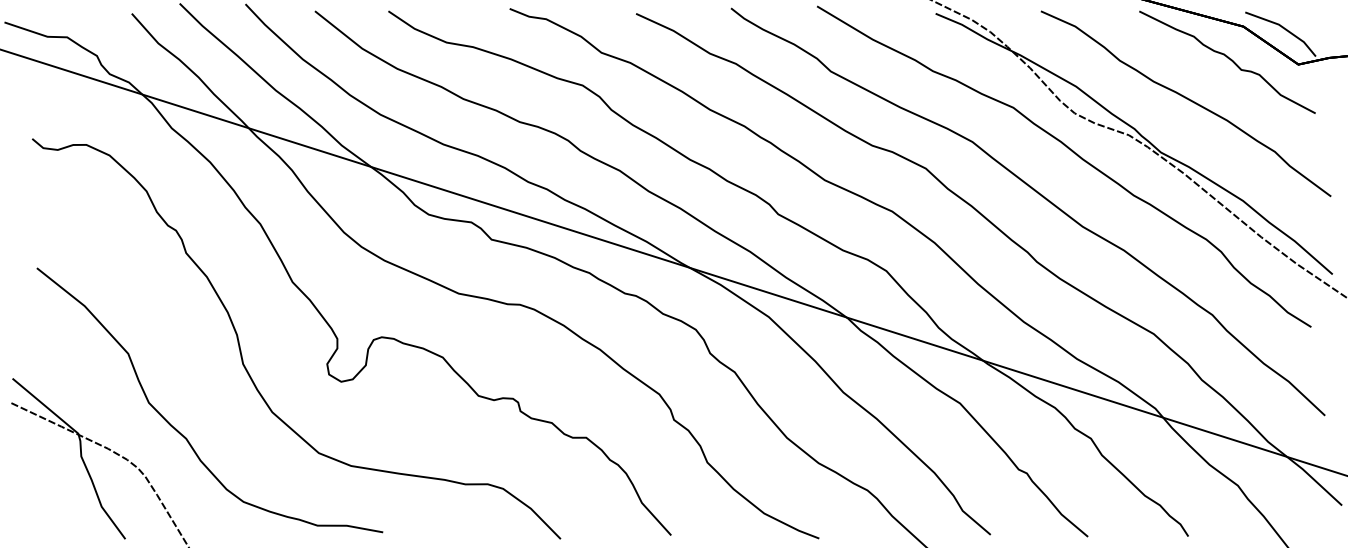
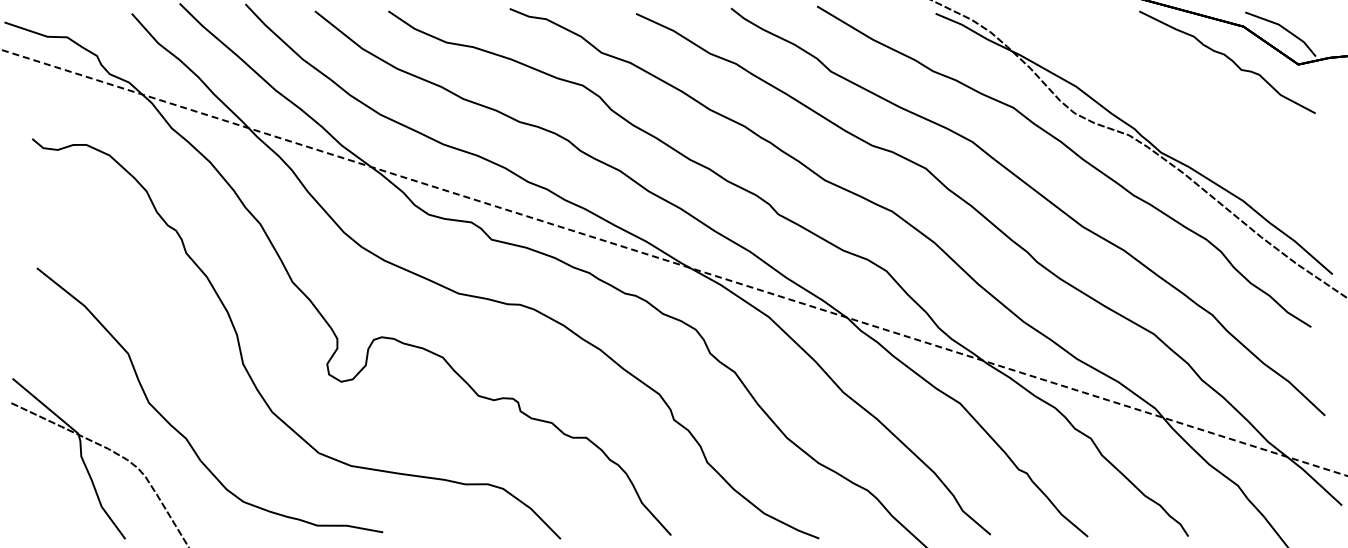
curve at (1186, 99): present -> none
line at (674, 262): solid -> dashed
